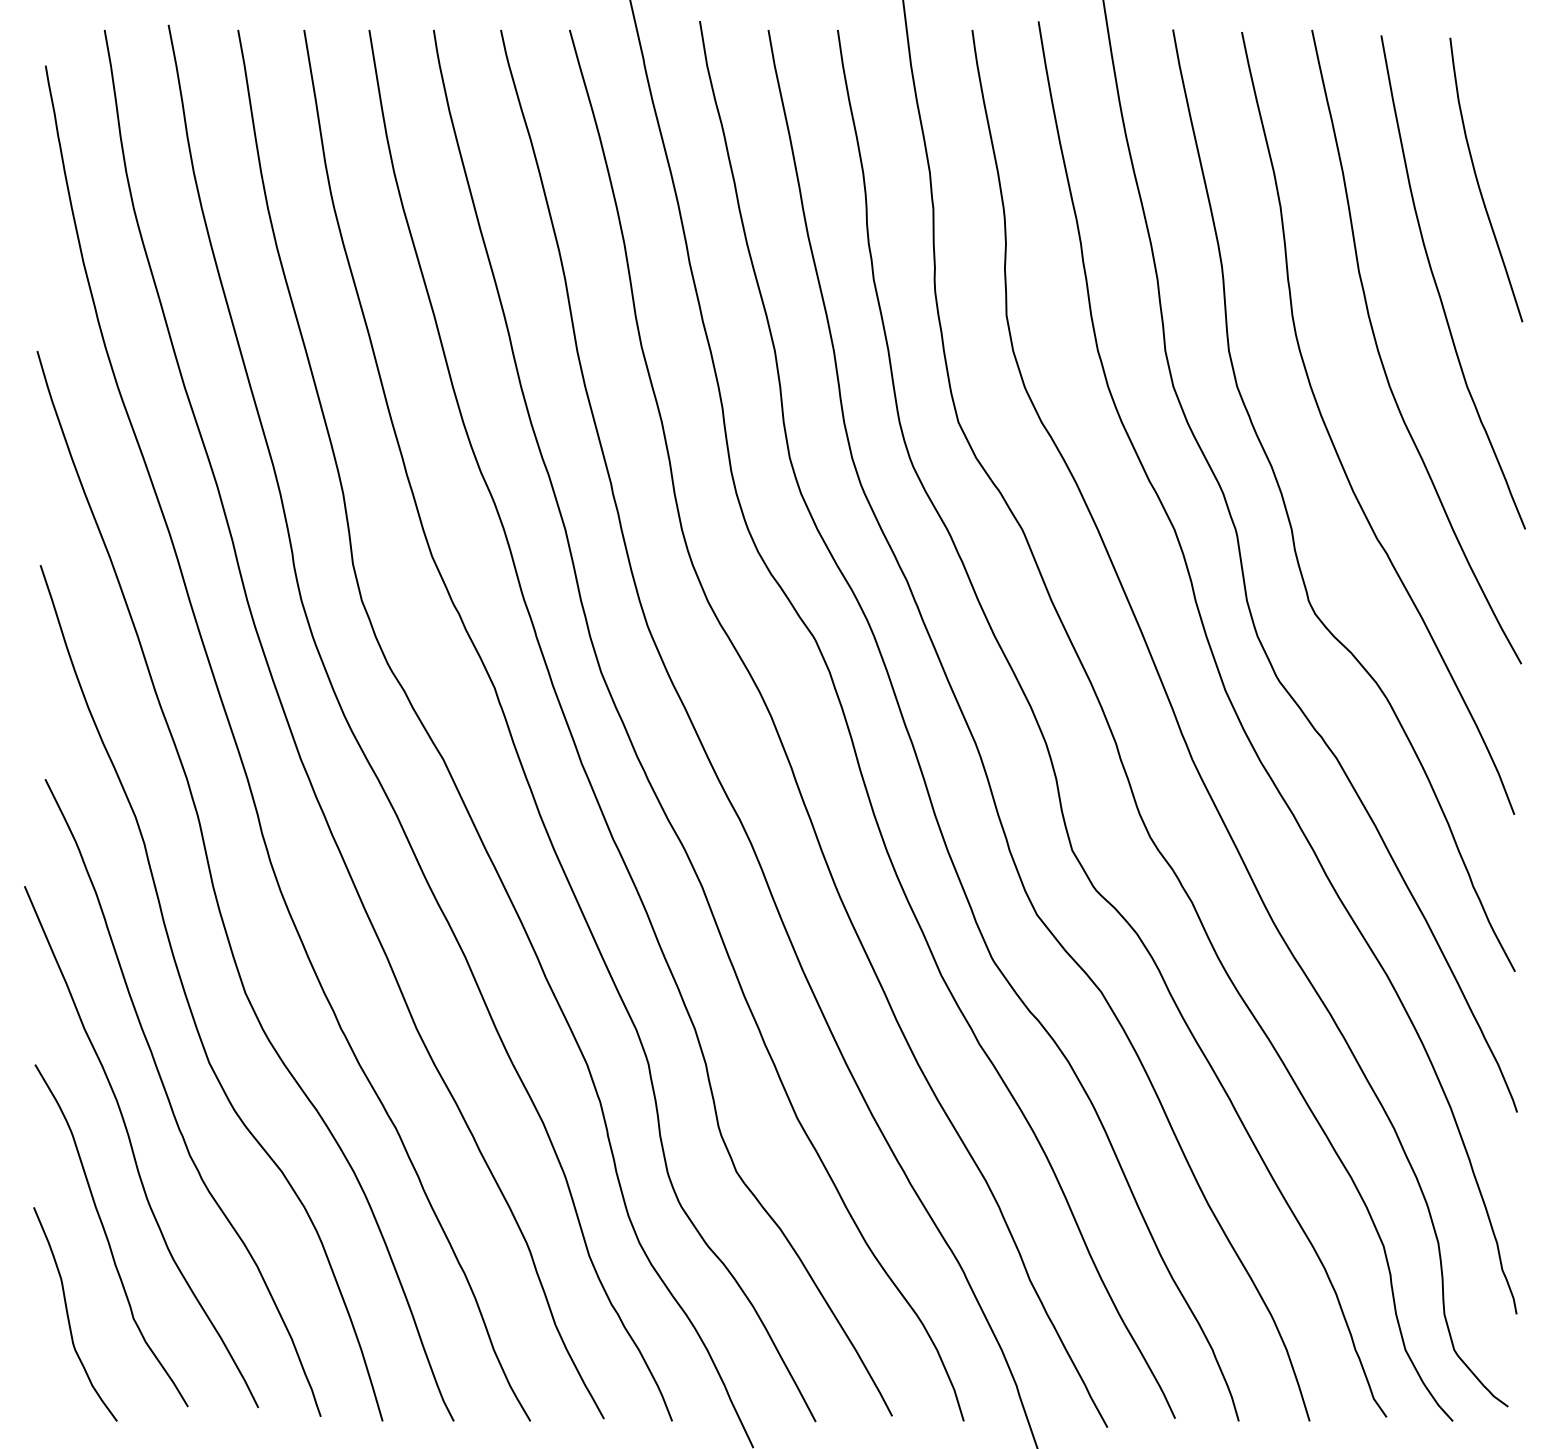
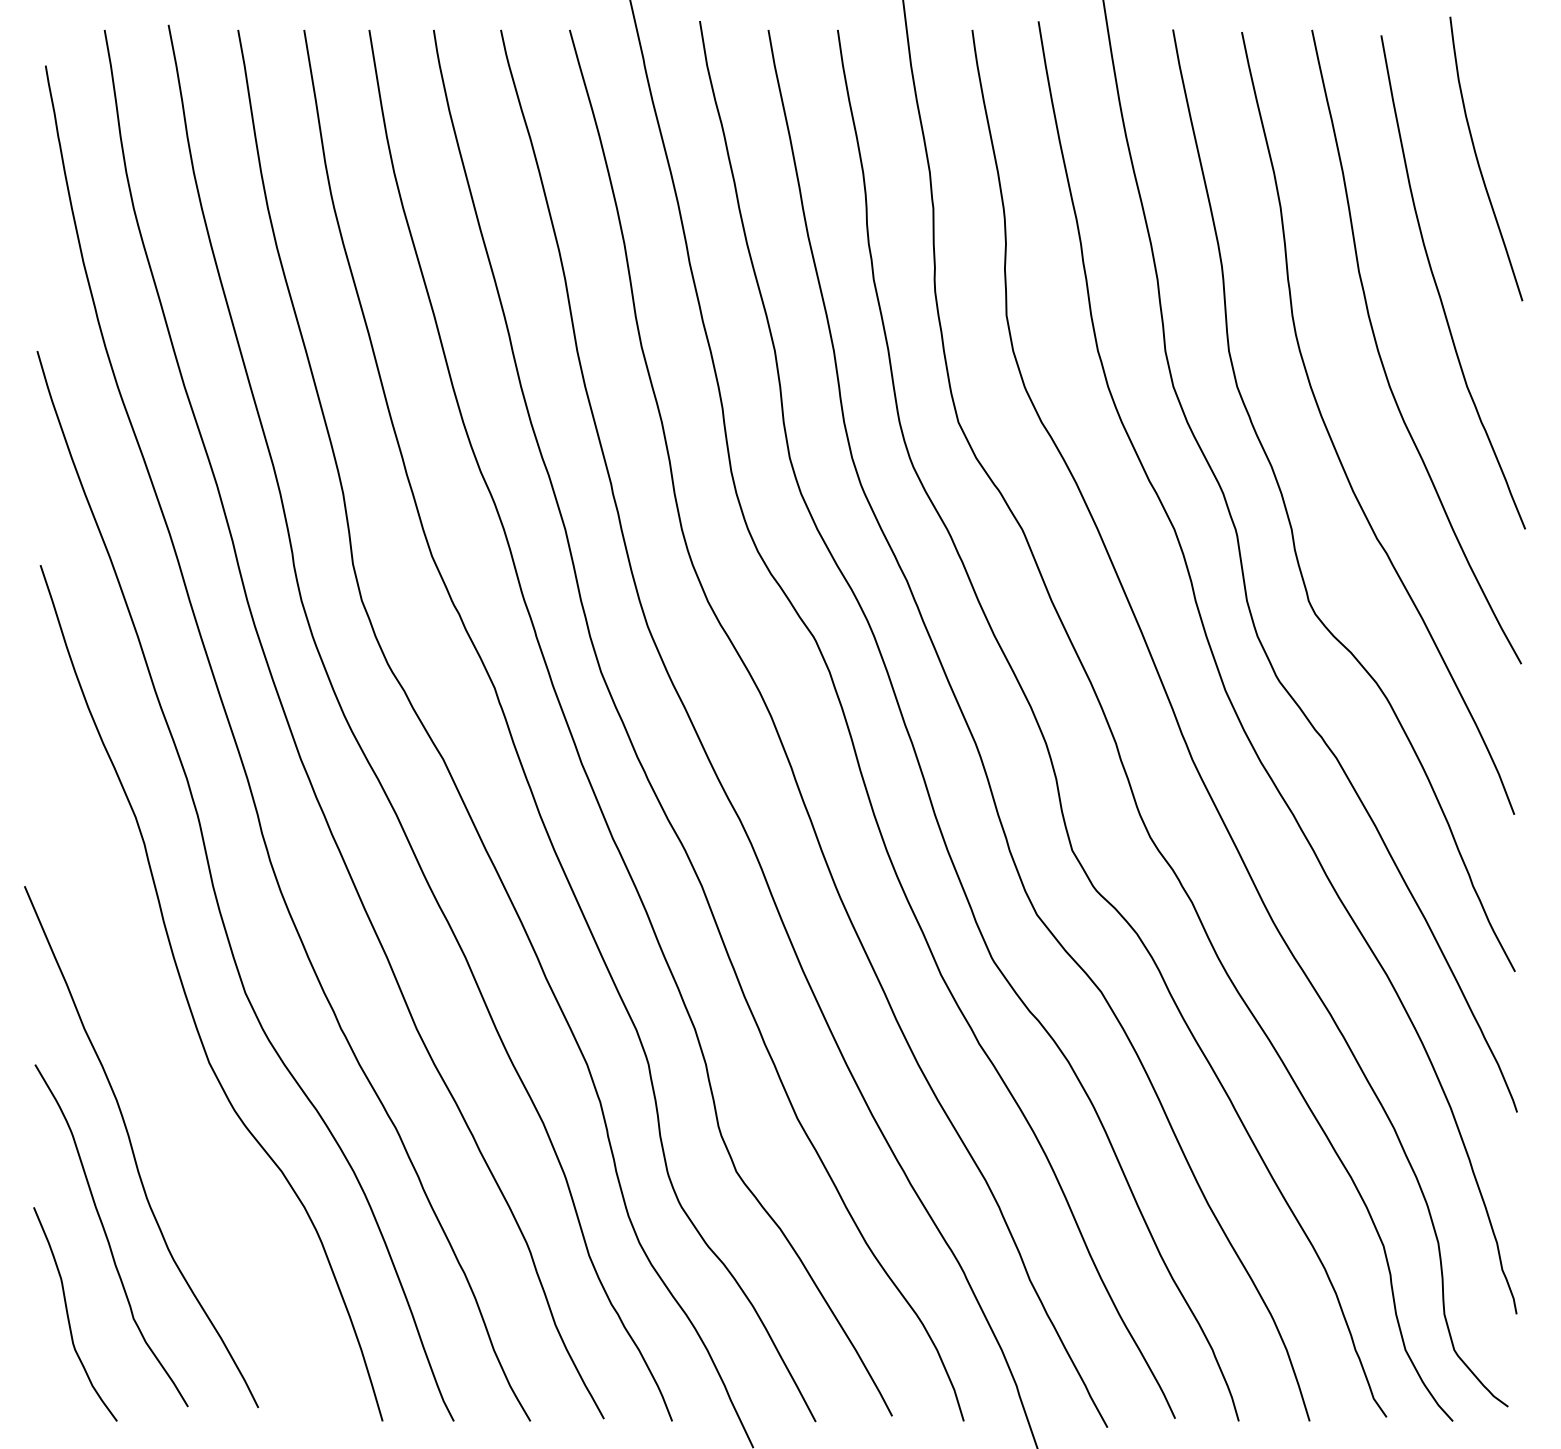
curve at (1478, 180) position: (1478, 180) -> (1478, 159)
curve at (170, 1101): present -> none
